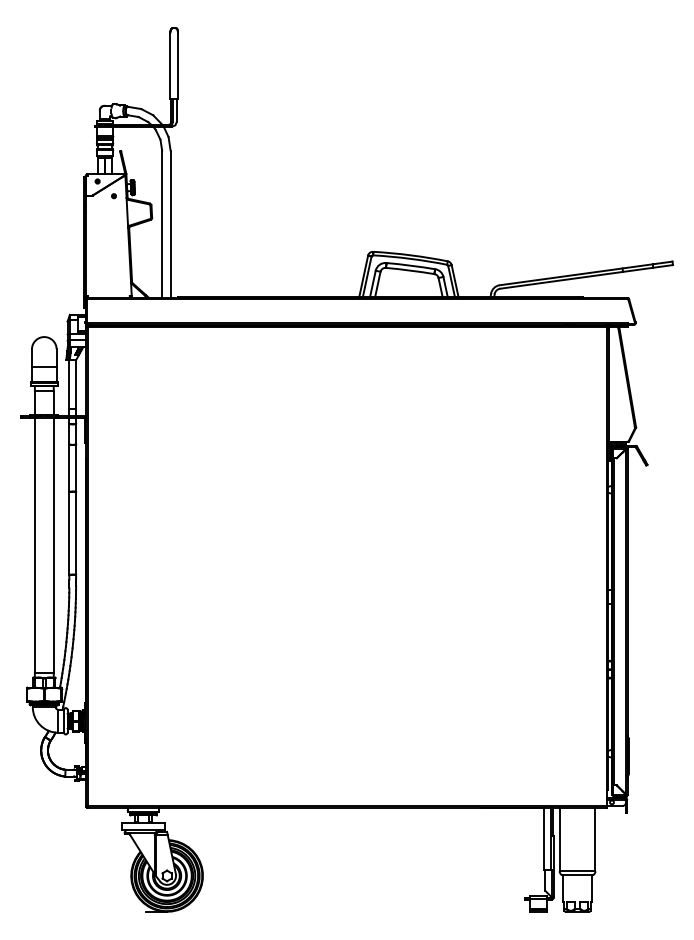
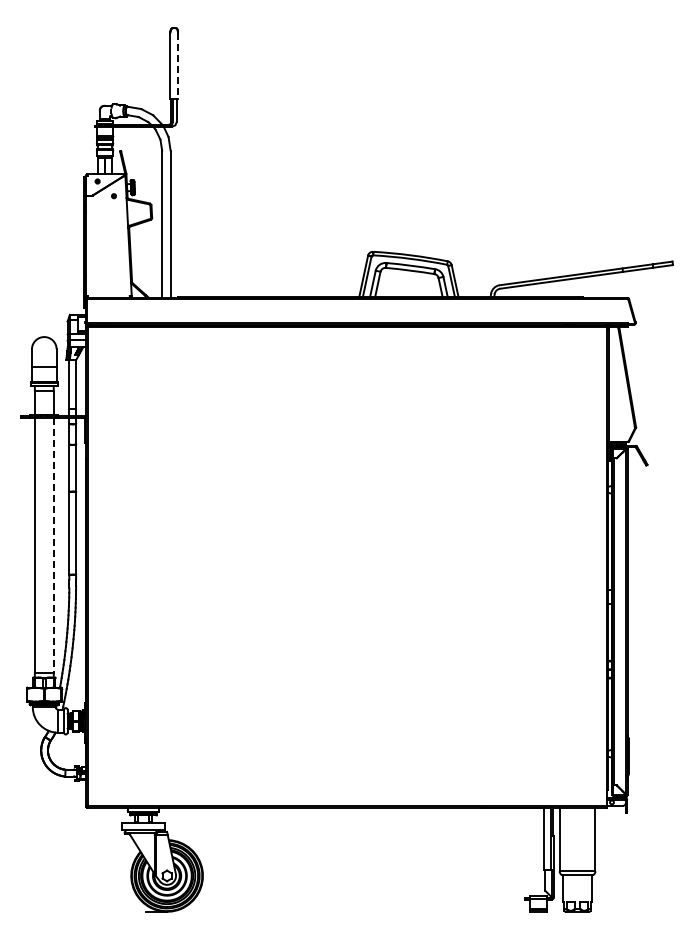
line at (177, 66): solid -> dashed
line at (53, 545): solid -> dashed
